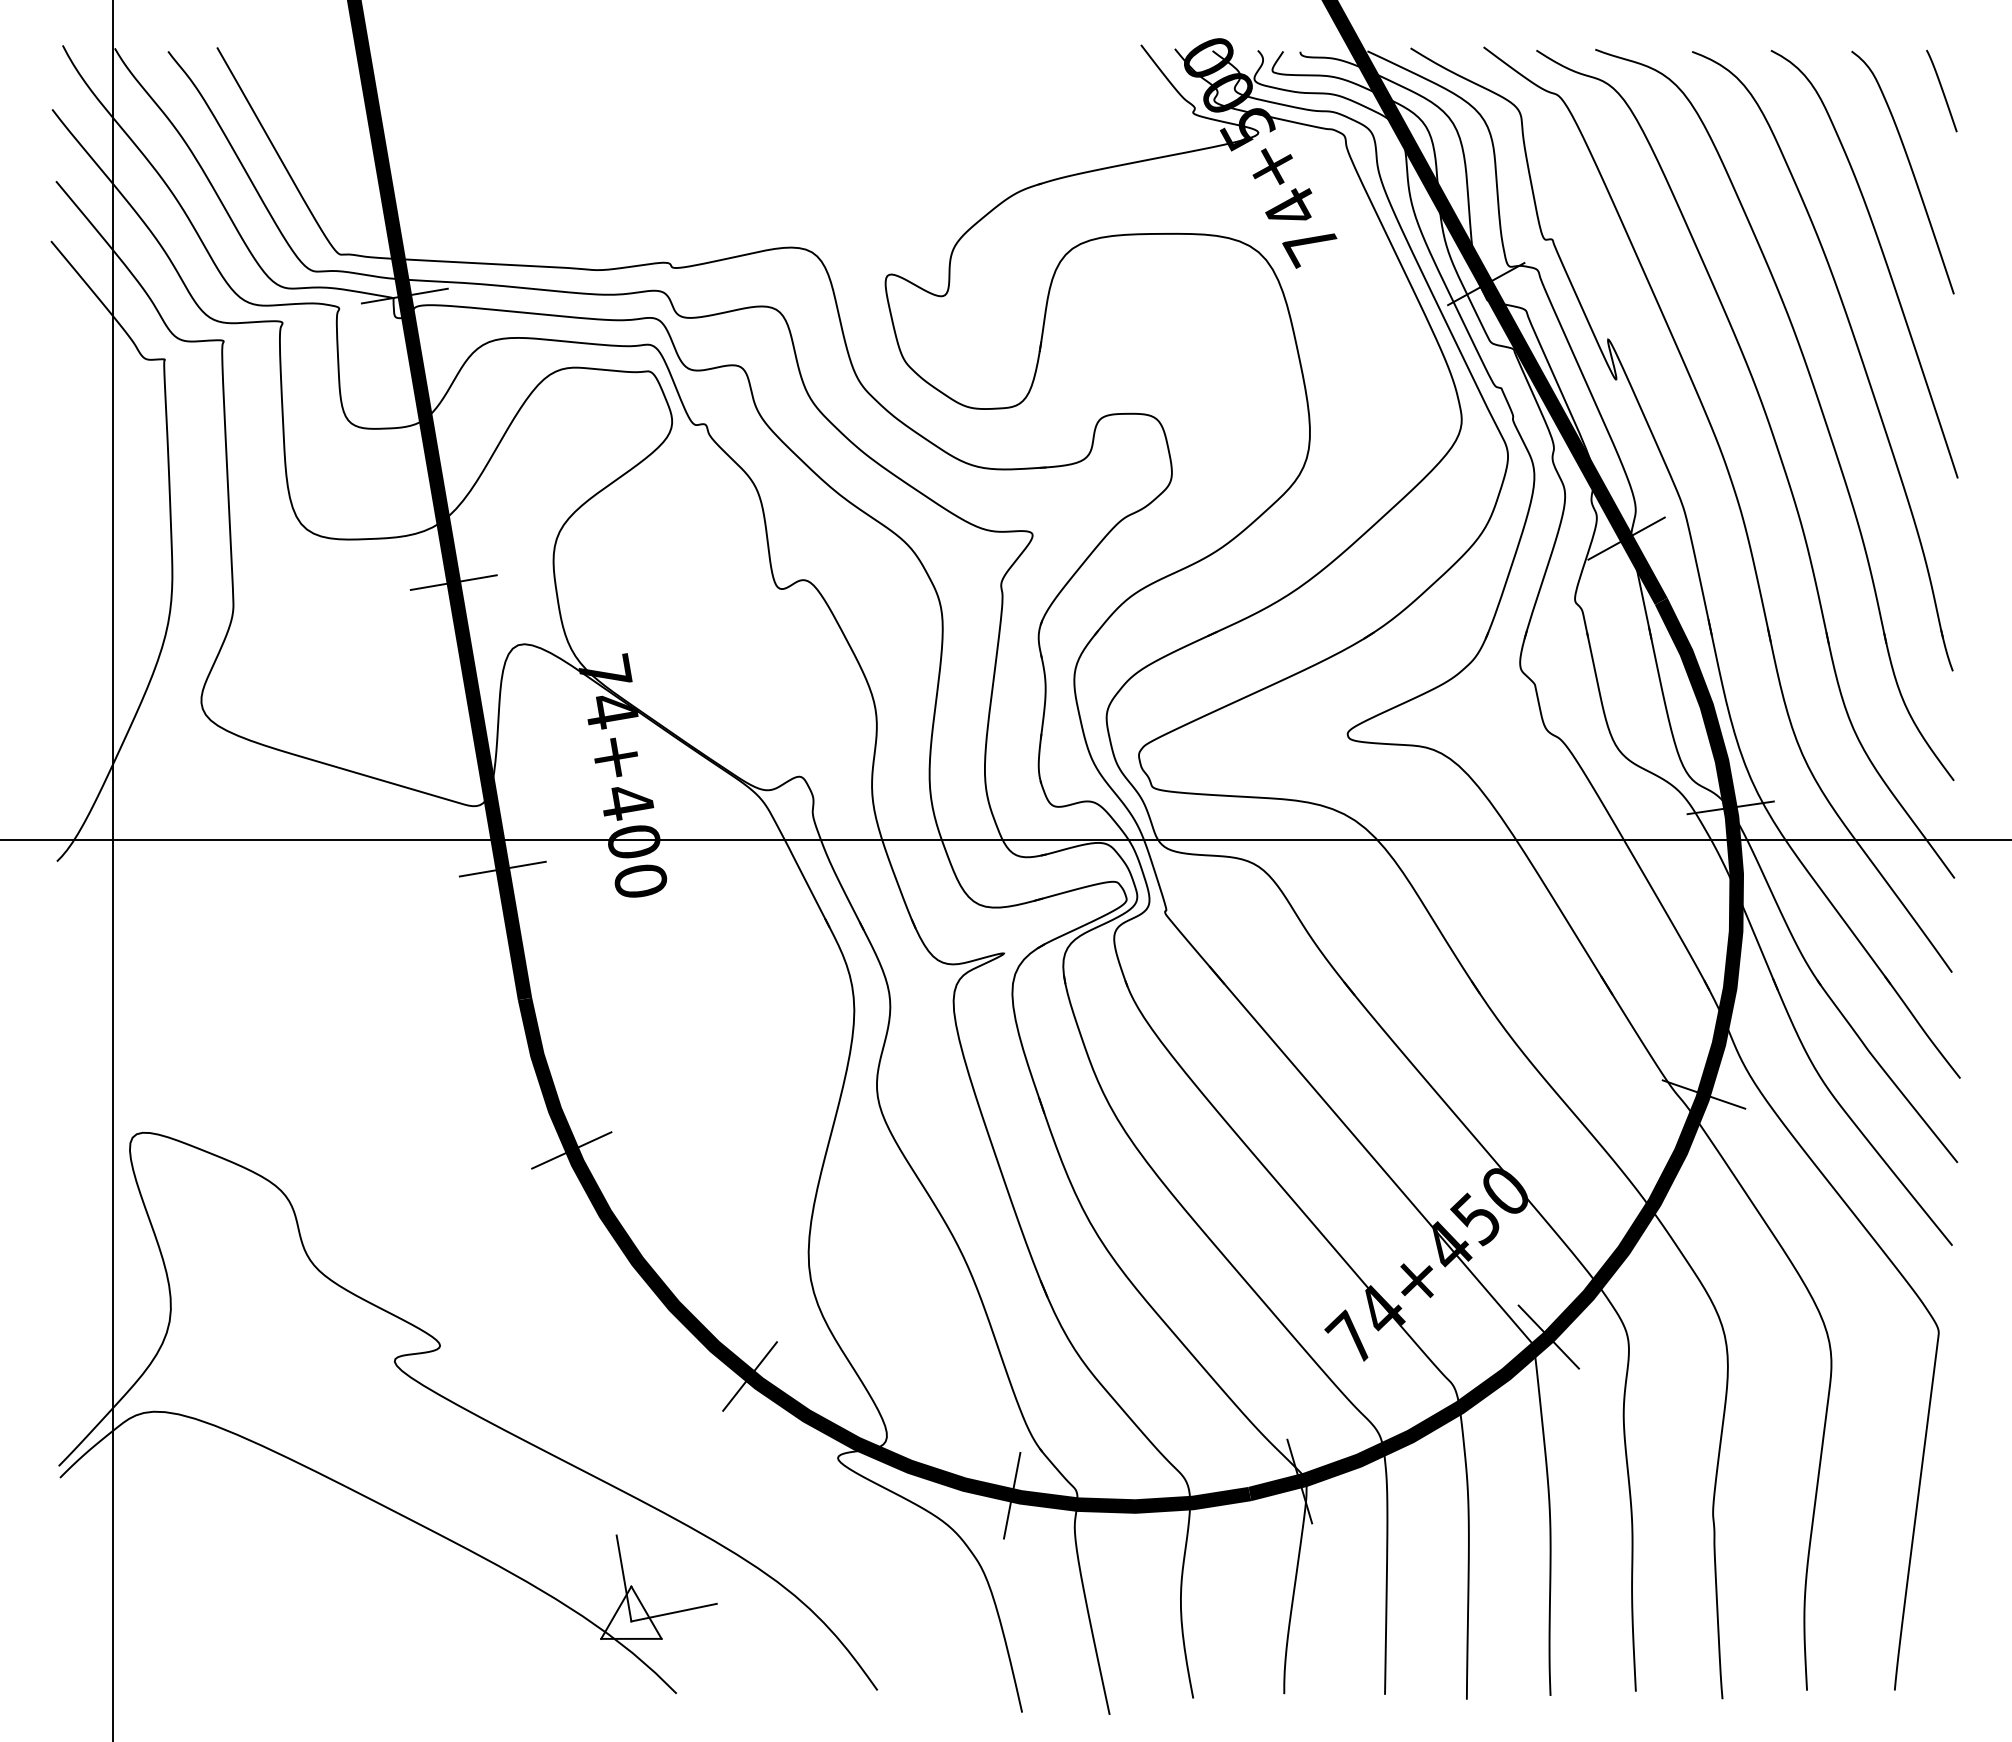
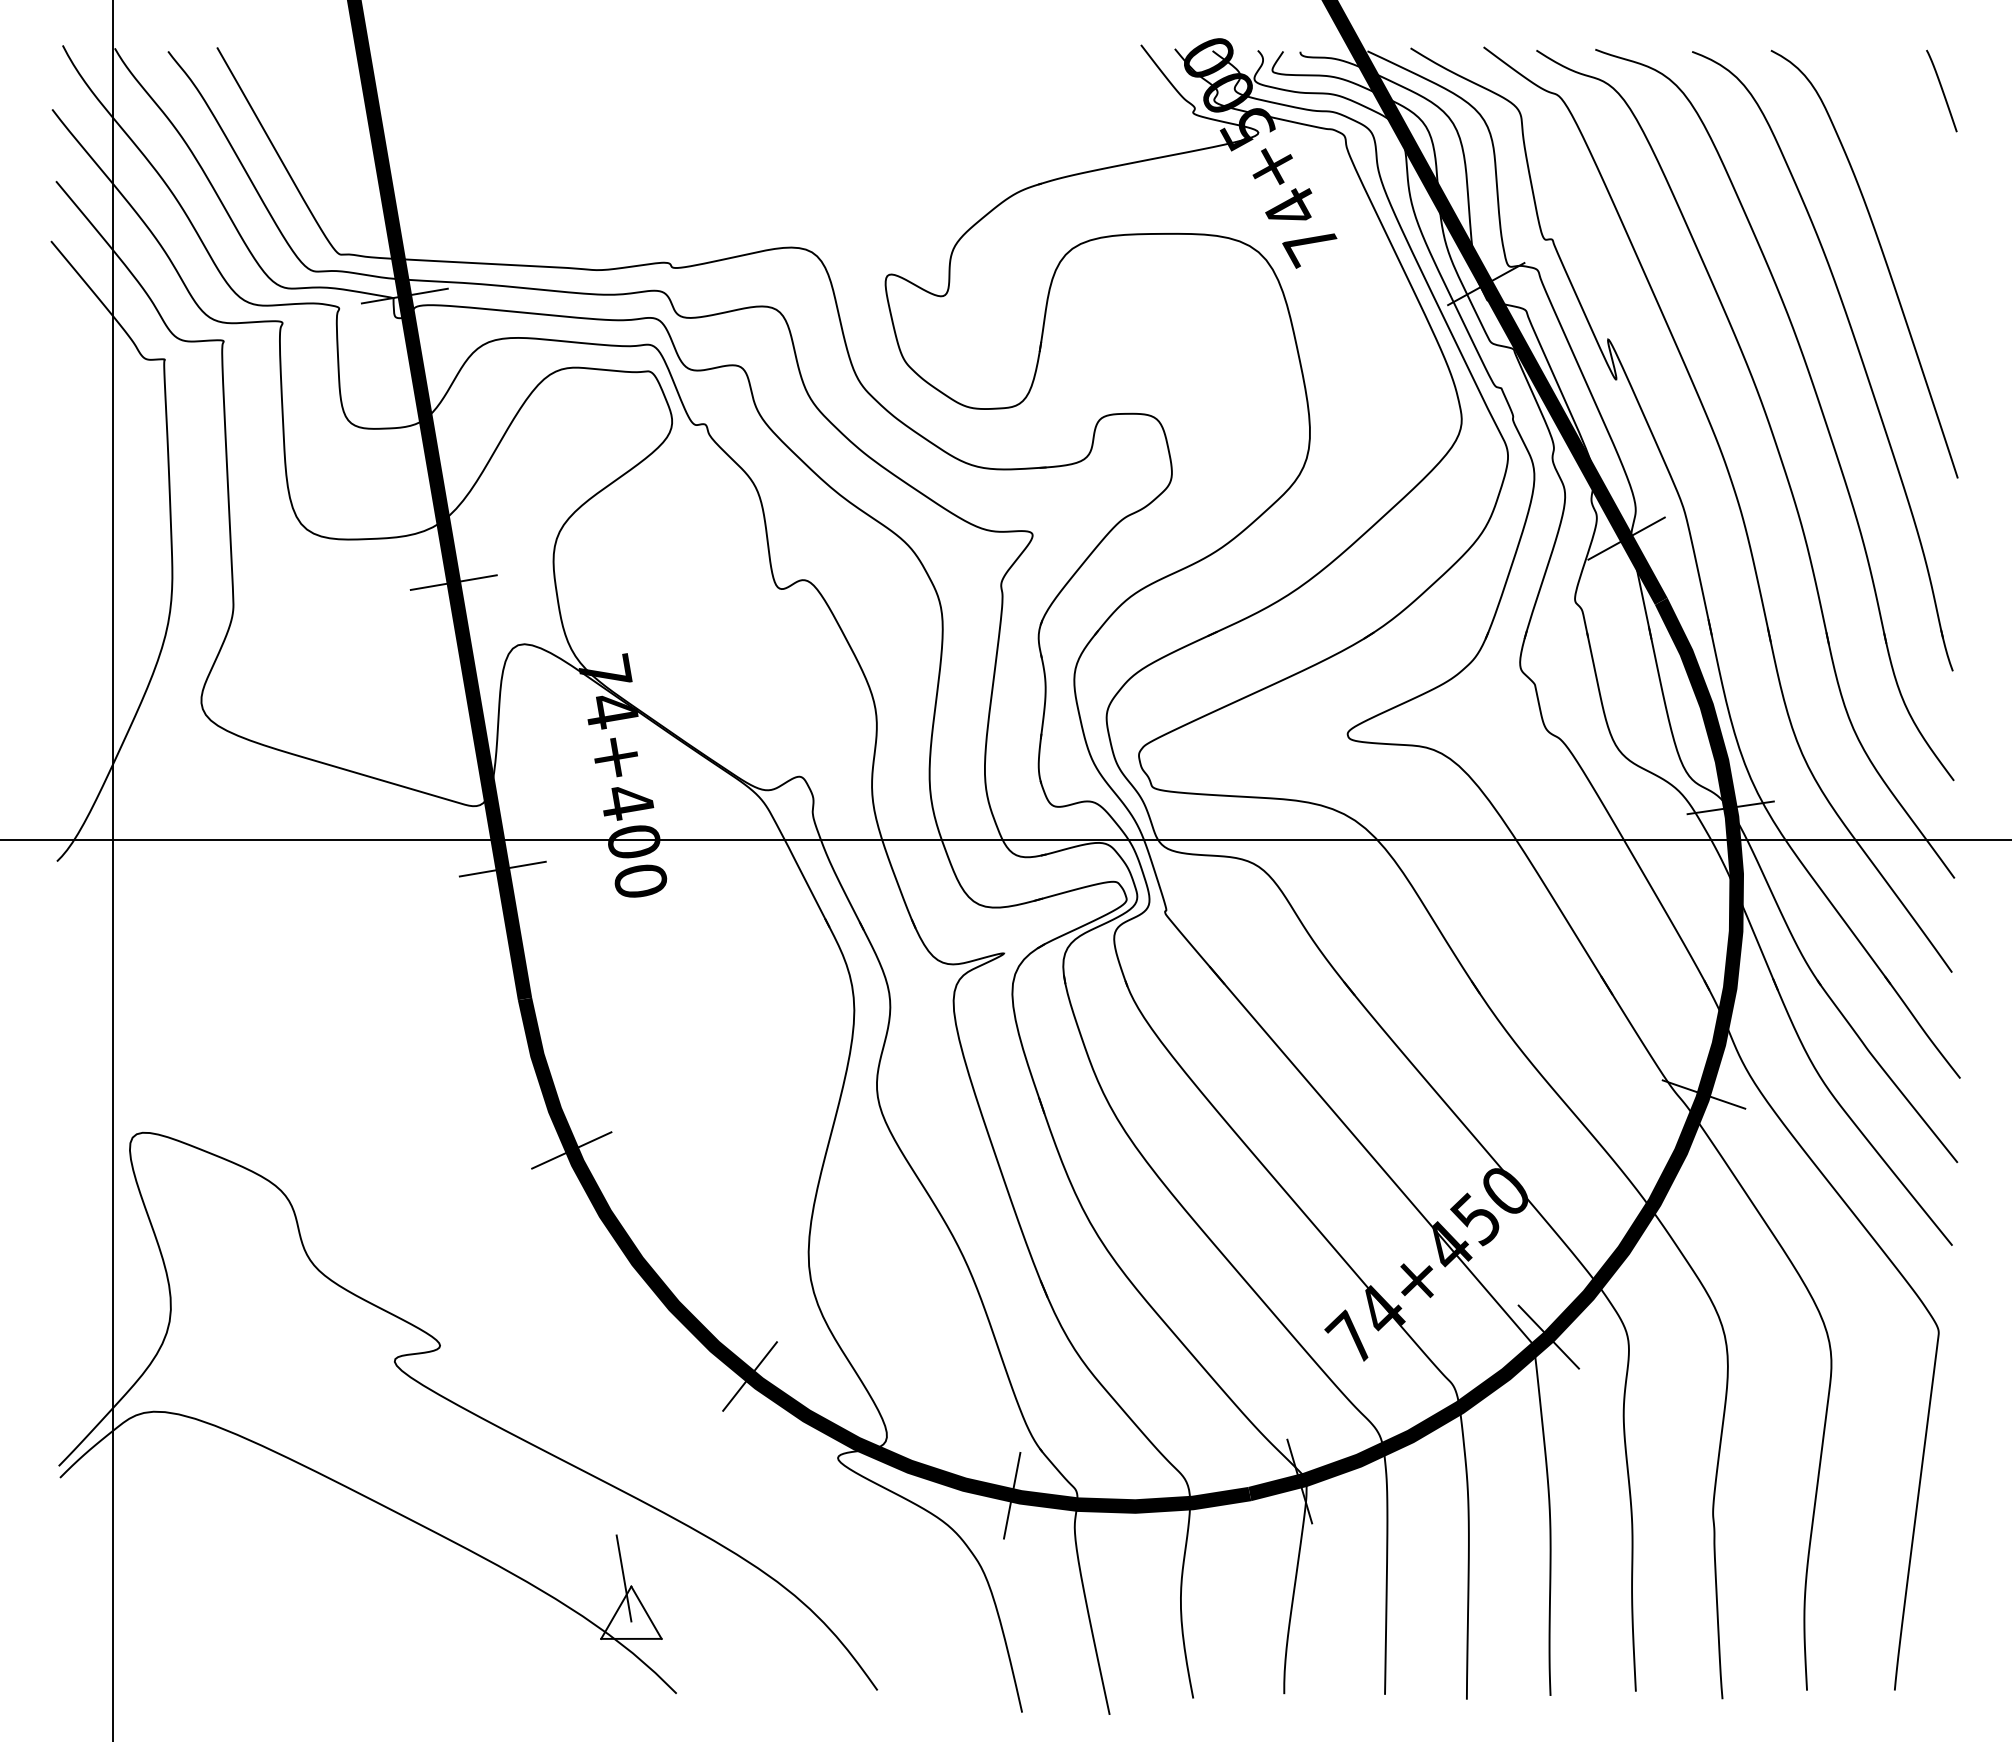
curve at (1910, 169): present -> none
line at (673, 1612): present -> none
